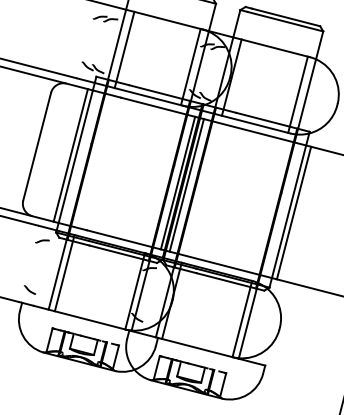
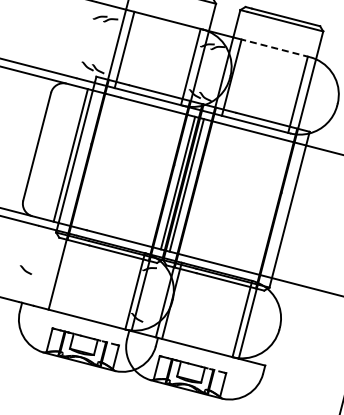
line at (275, 48): solid -> dashed
line at (293, 212): present -> none
curve at (42, 241): present -> none
line at (64, 273): present -> none
curve at (29, 289) position: (29, 289) -> (25, 269)
